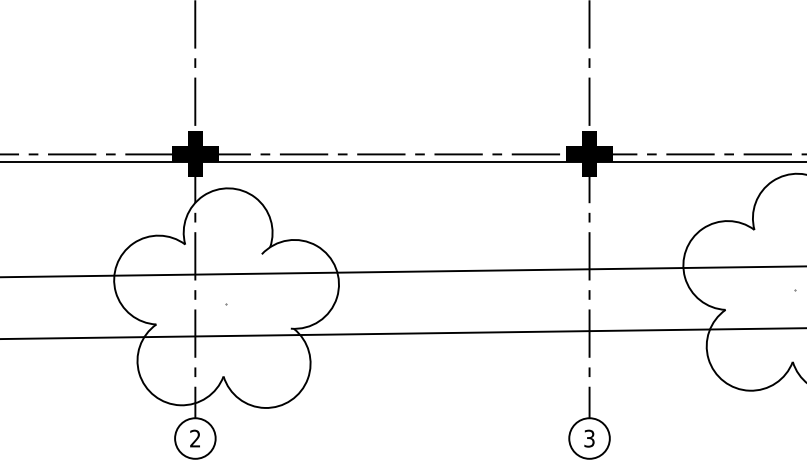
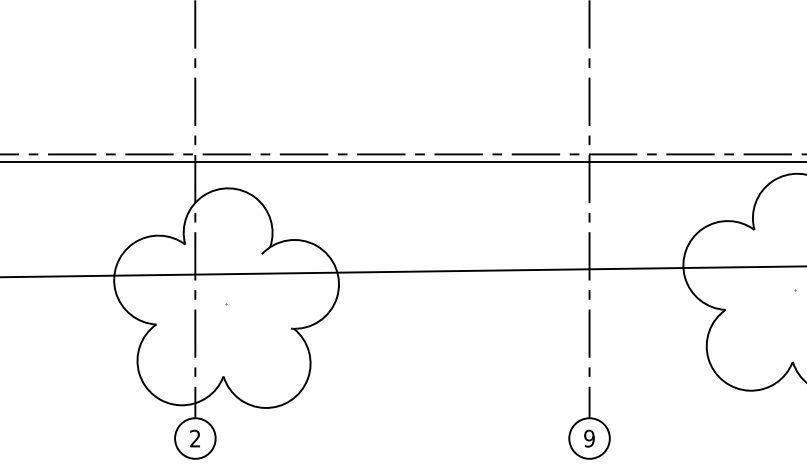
fill at (195, 153): present -> none
fill at (589, 153): present -> none
line at (402, 333): present -> none
text at (589, 438): 3 -> 9
